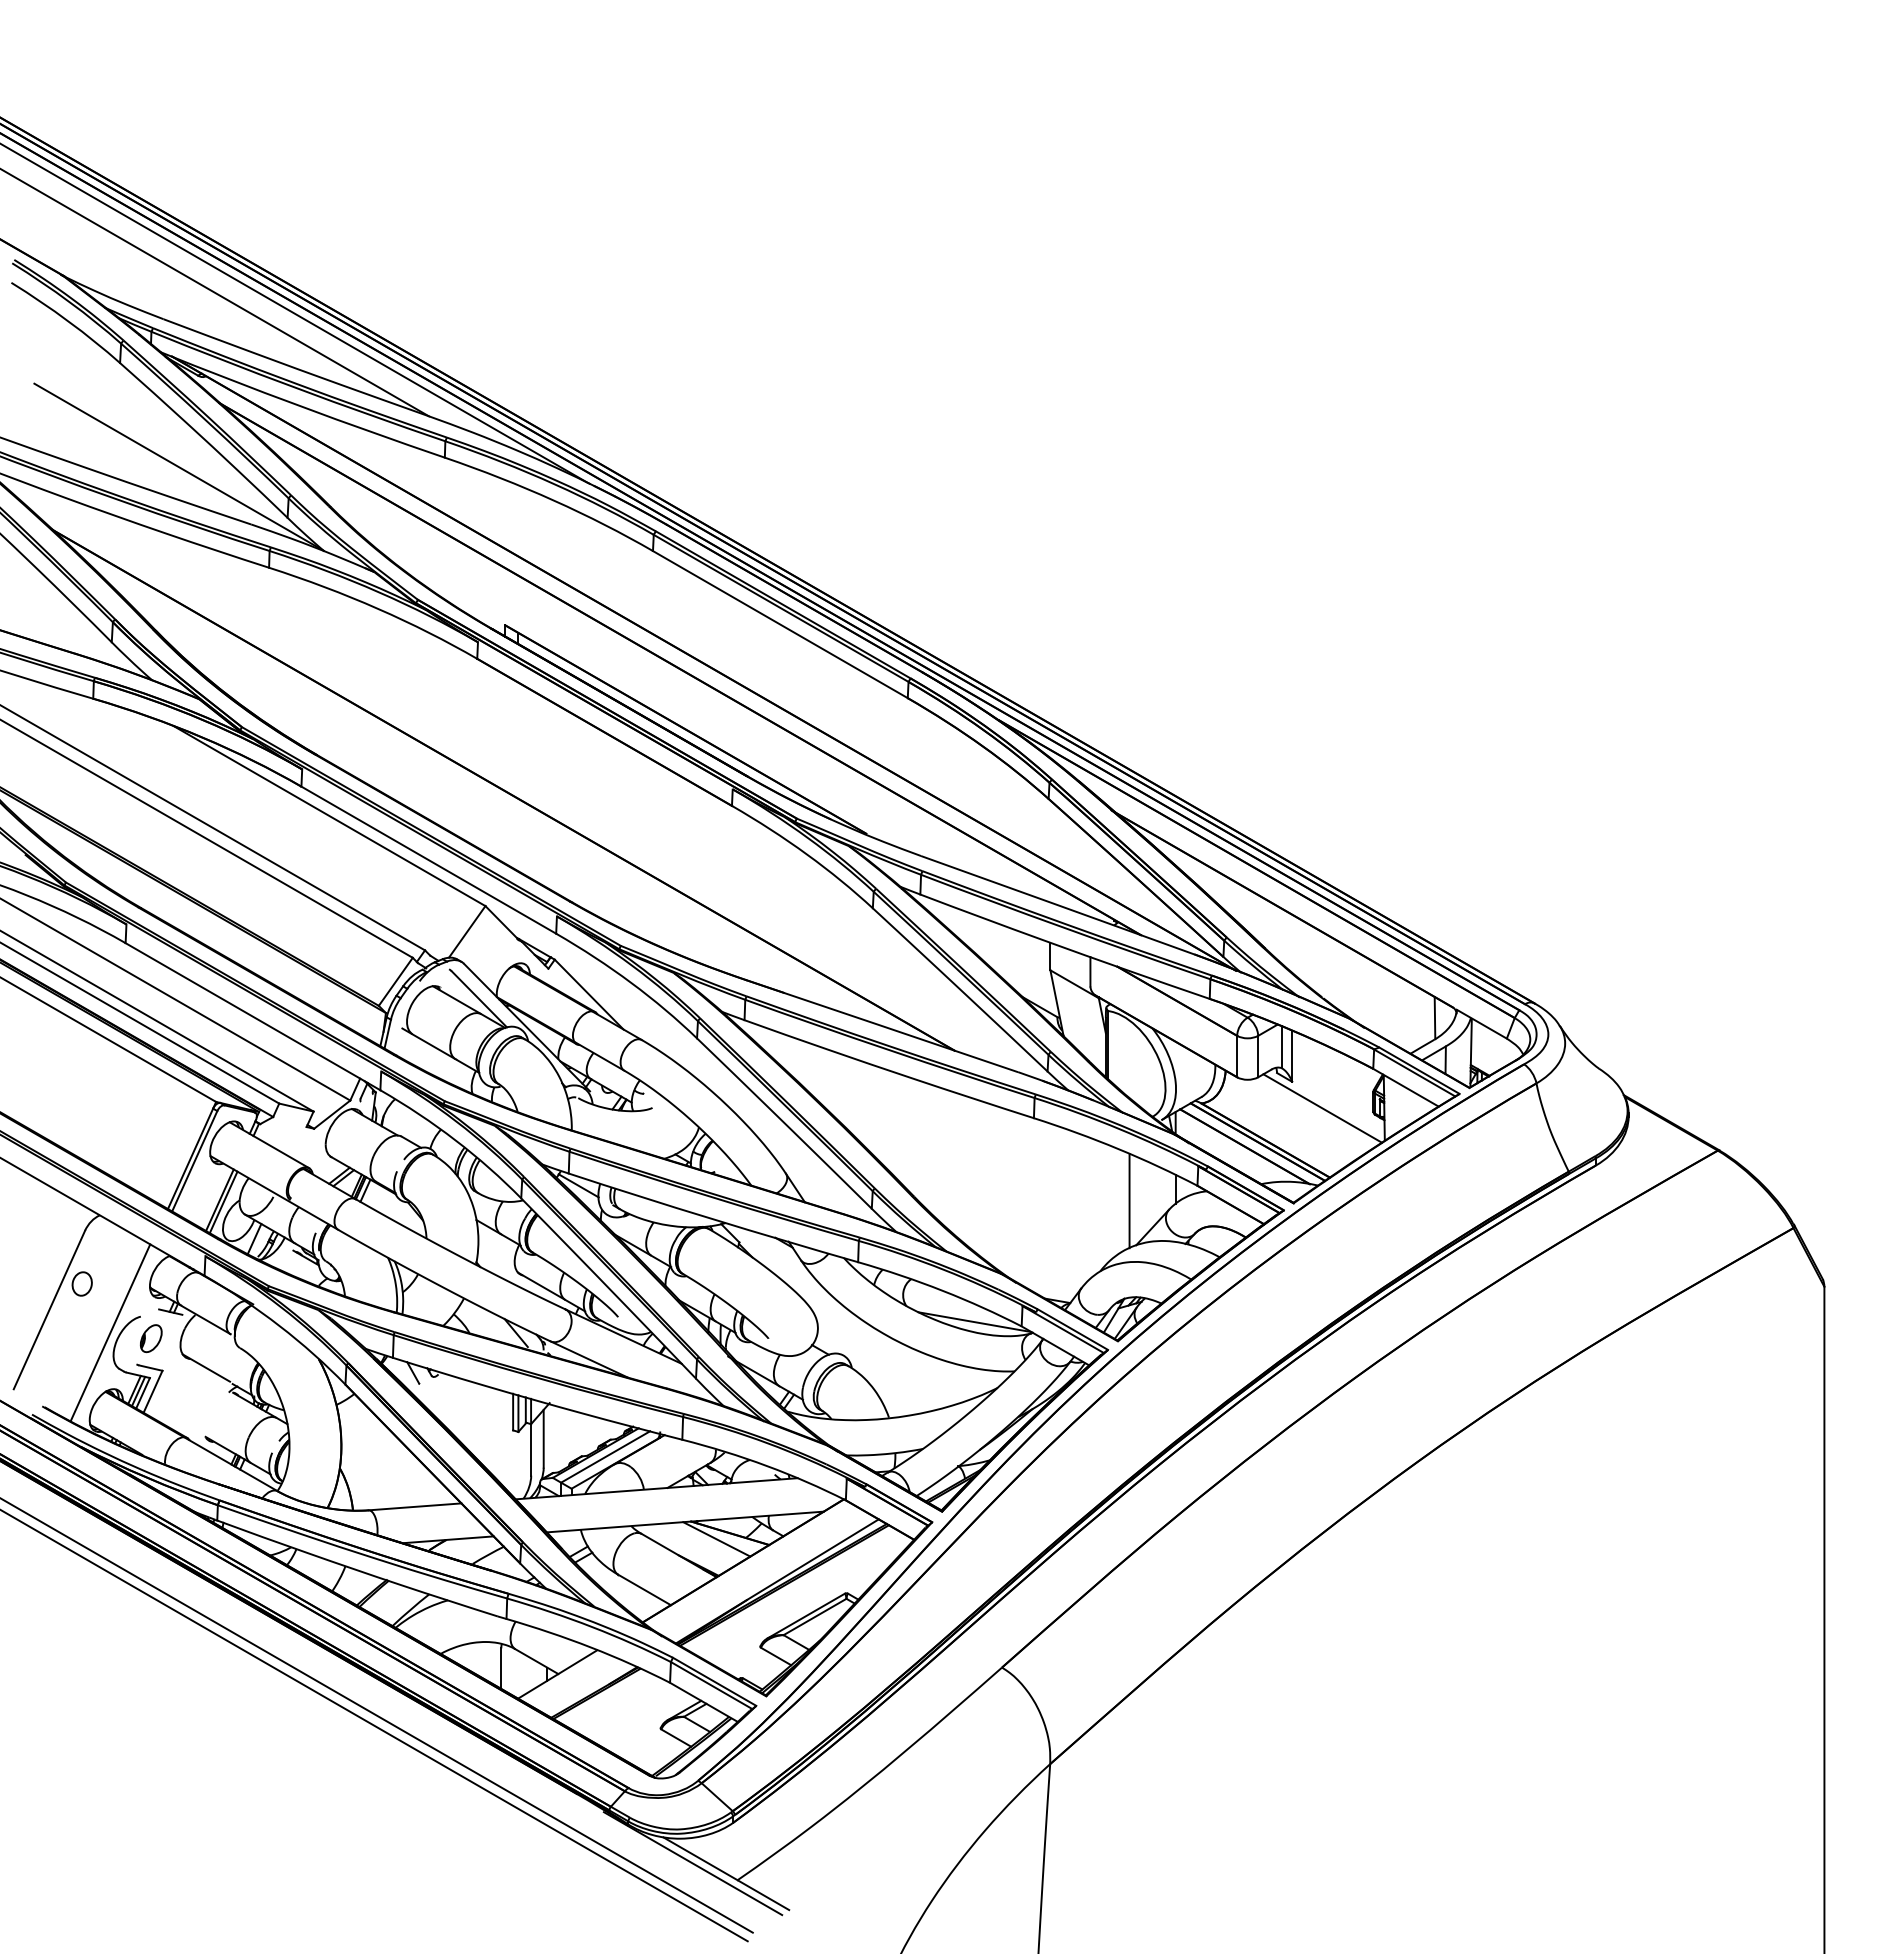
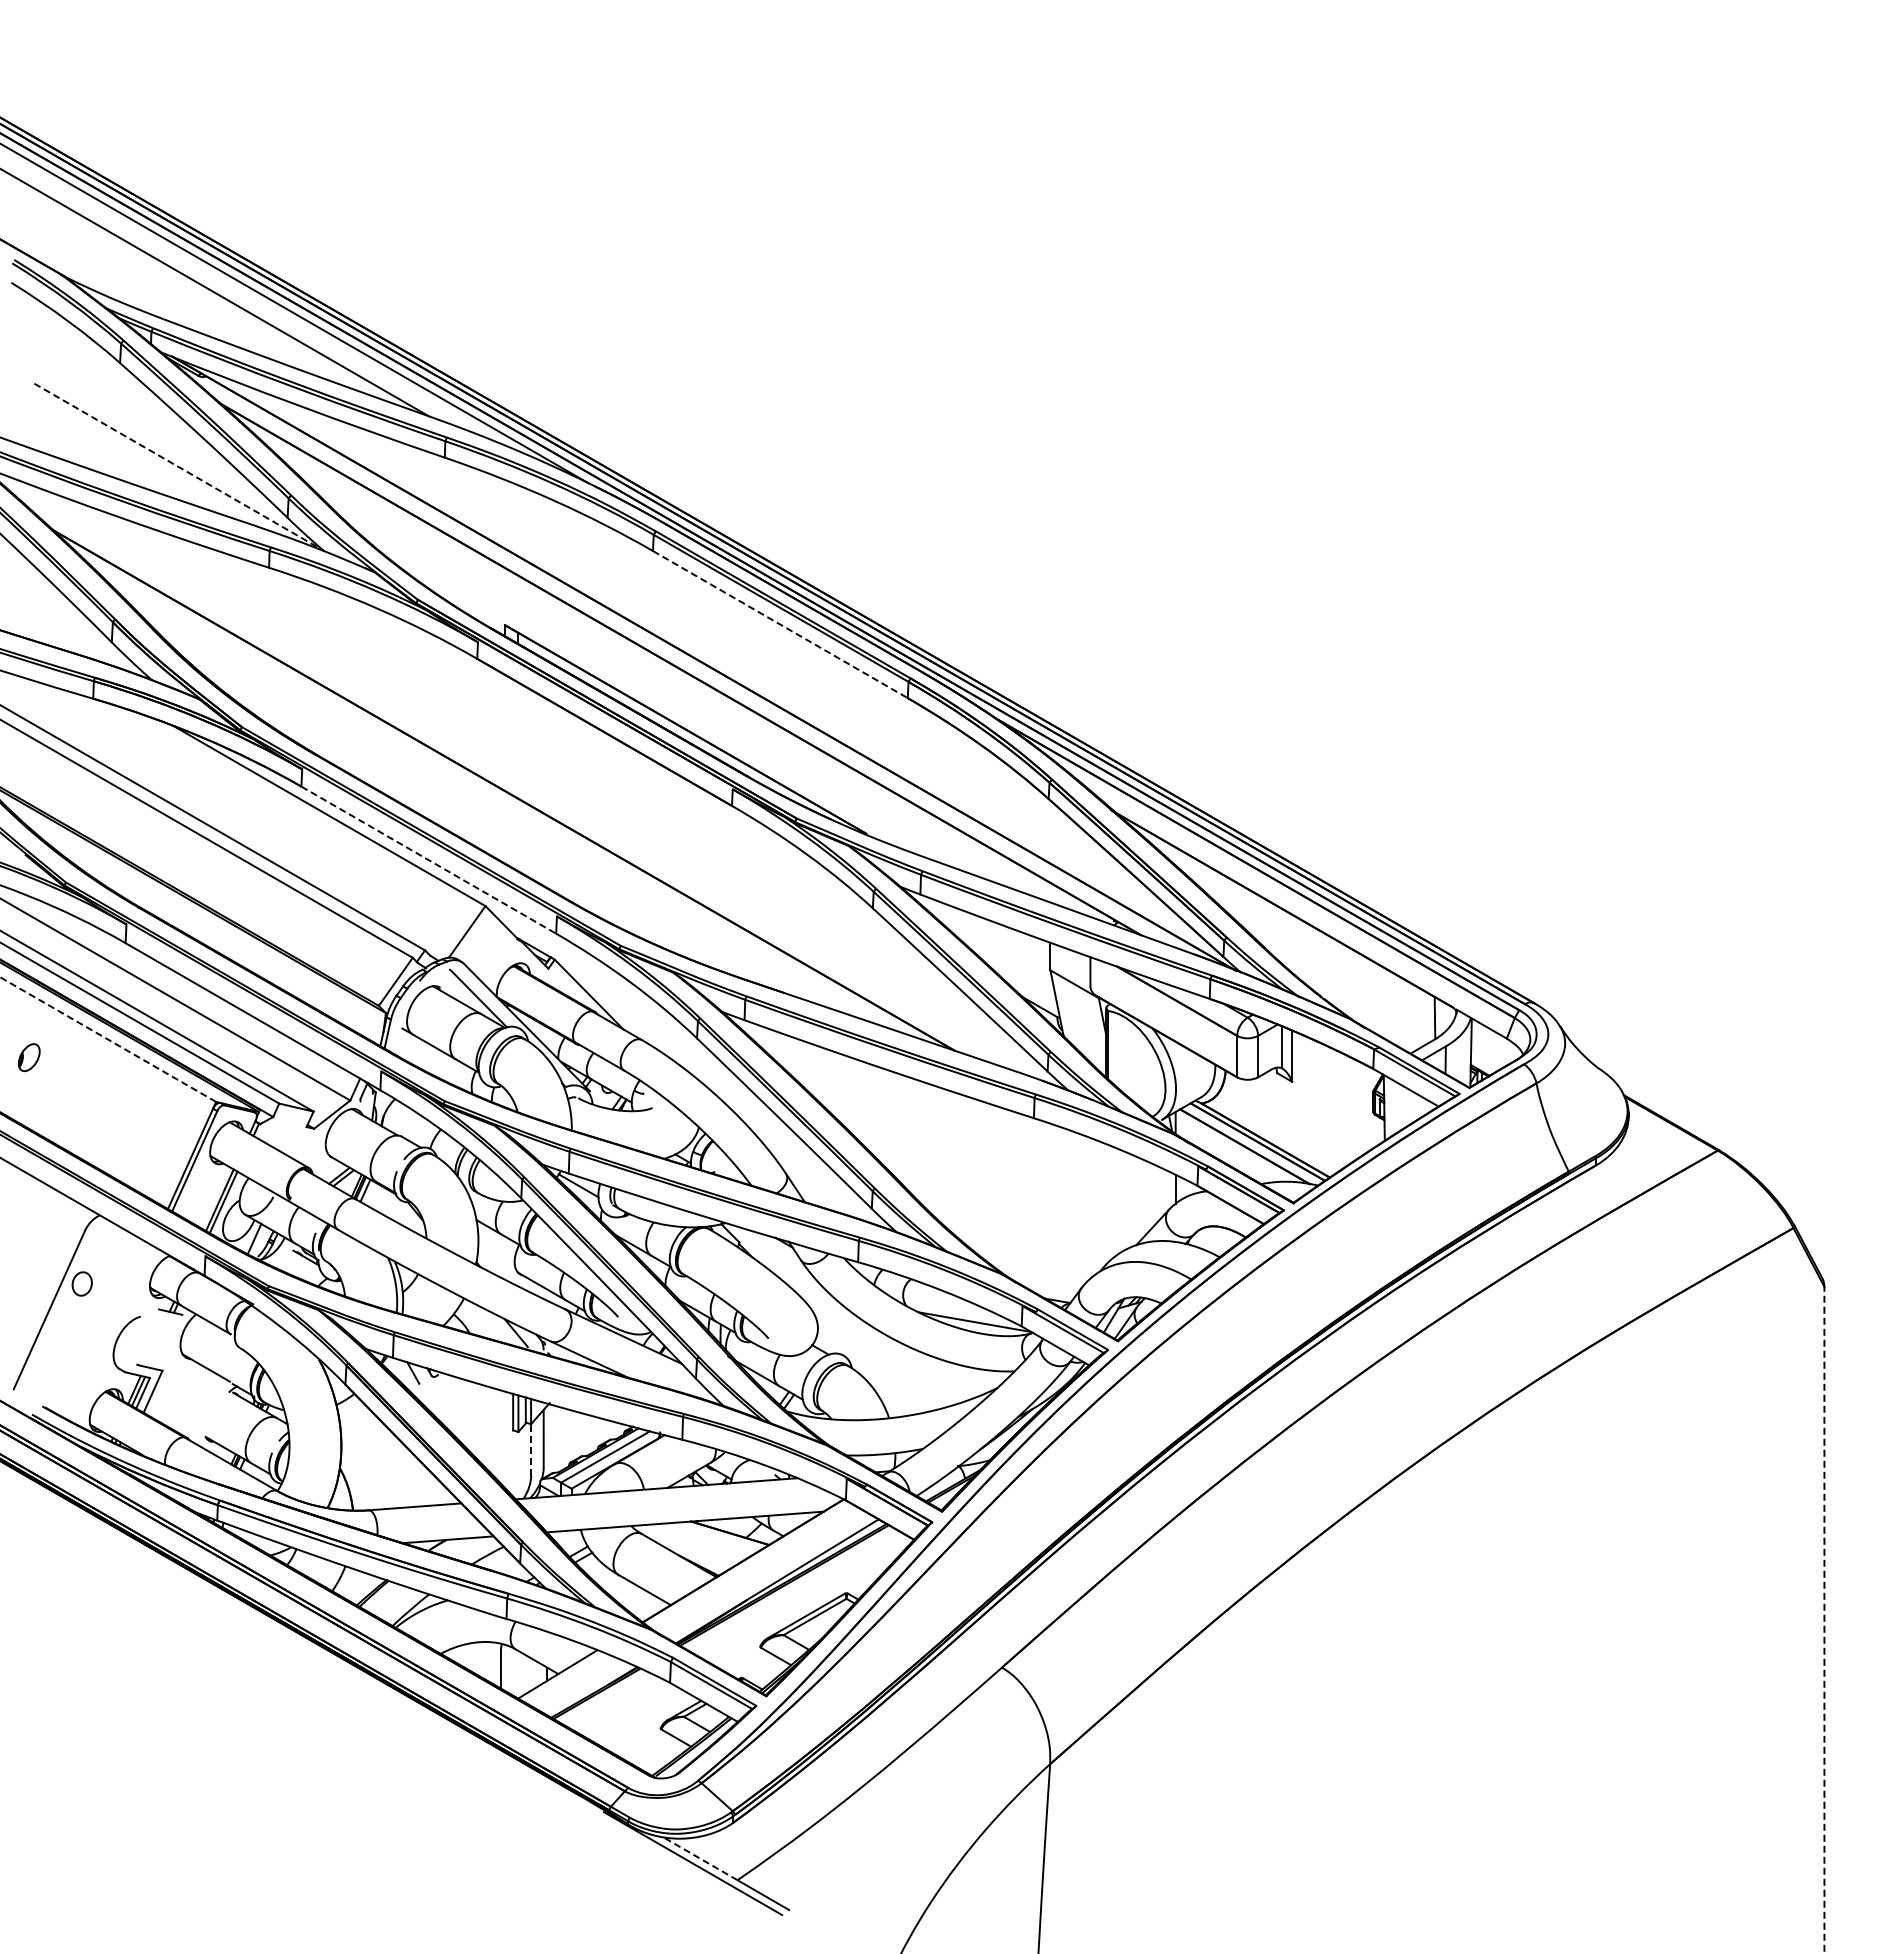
line at (179, 467): solid -> dashed
line at (780, 624): solid -> dashed
line at (429, 860): solid -> dashed
line at (107, 1039): solid -> dashed
line at (1322, 1108): present -> none
line at (1129, 1201): present -> none
line at (110, 1332): present -> none
part at (151, 1338) position: (151, 1338) -> (29, 1057)
line at (531, 1449): solid -> dashed
line at (716, 1539): present -> none
line at (1824, 1619): solid -> dashed
line at (377, 1715): present -> none
line at (374, 1726): present -> none
line at (700, 1858): solid -> dashed
